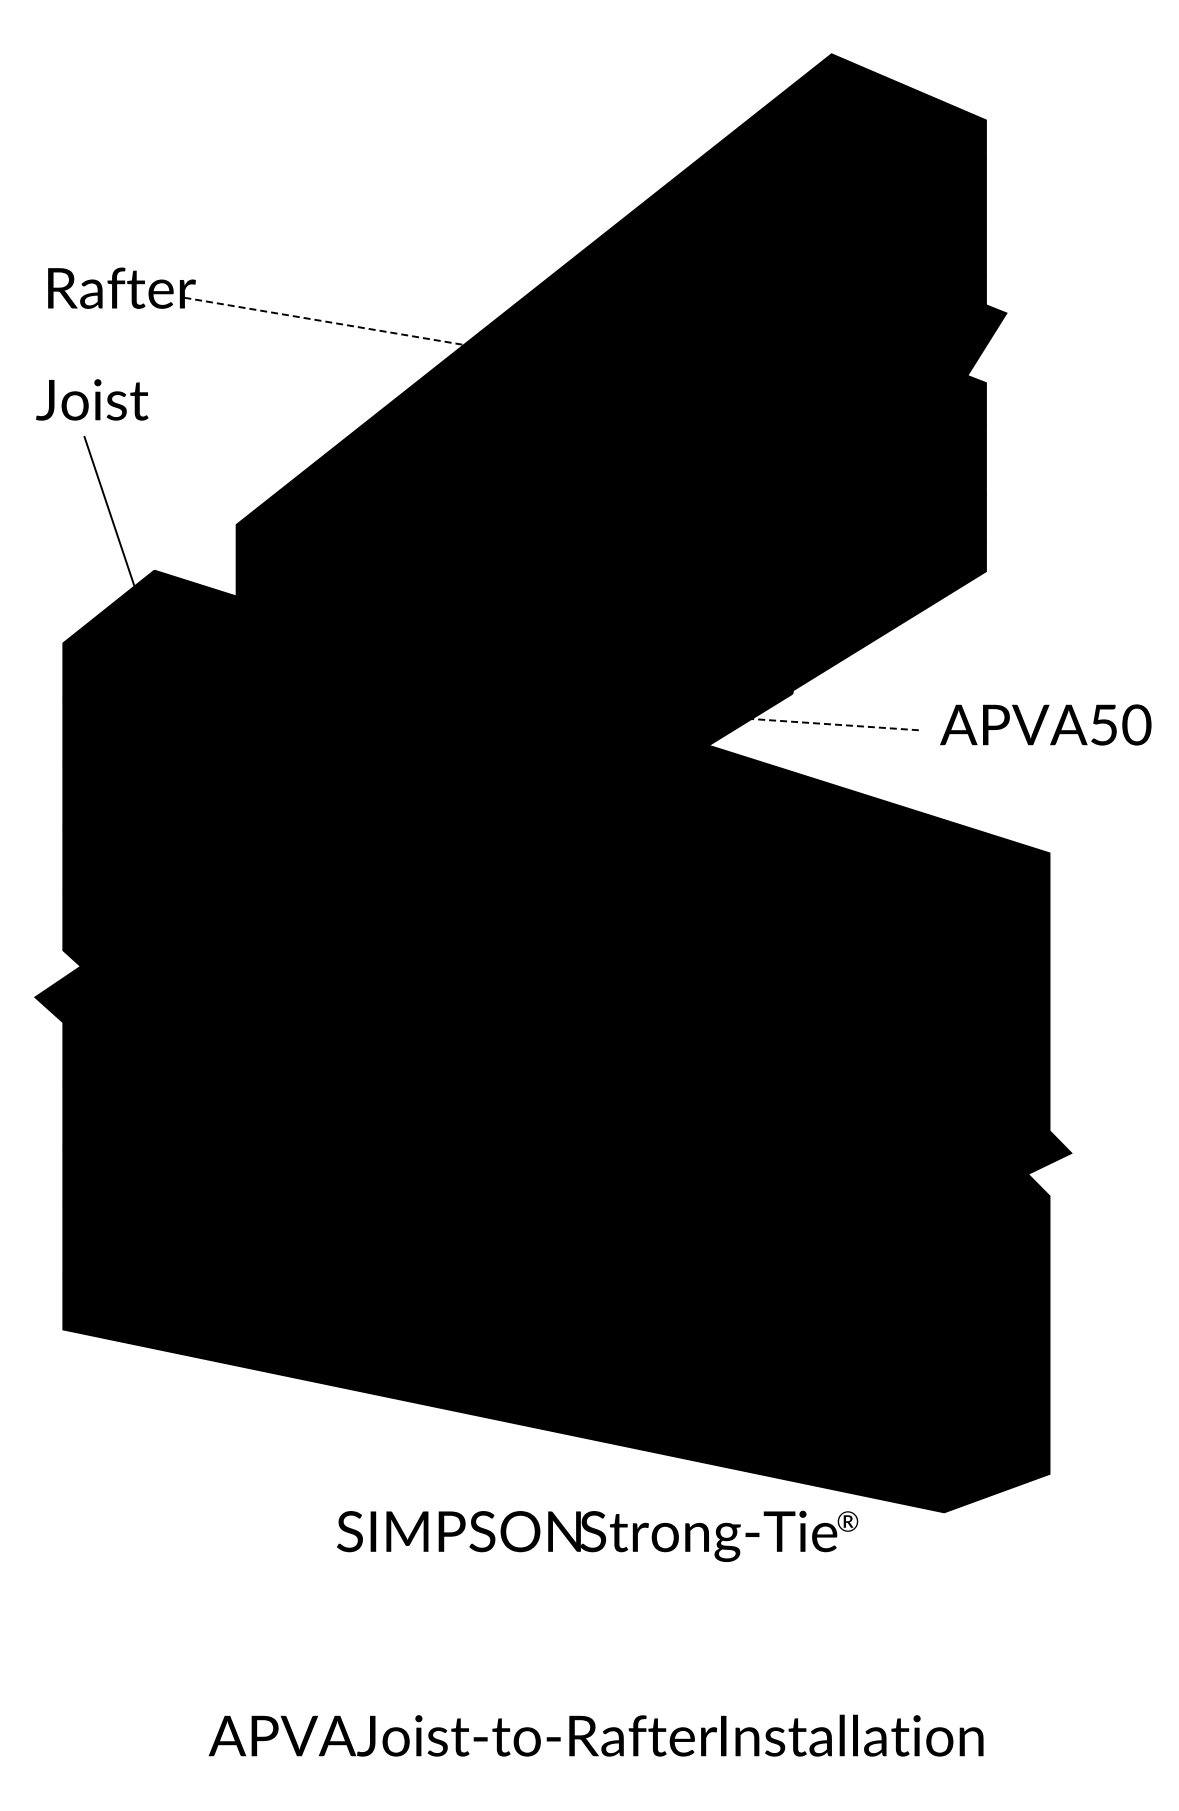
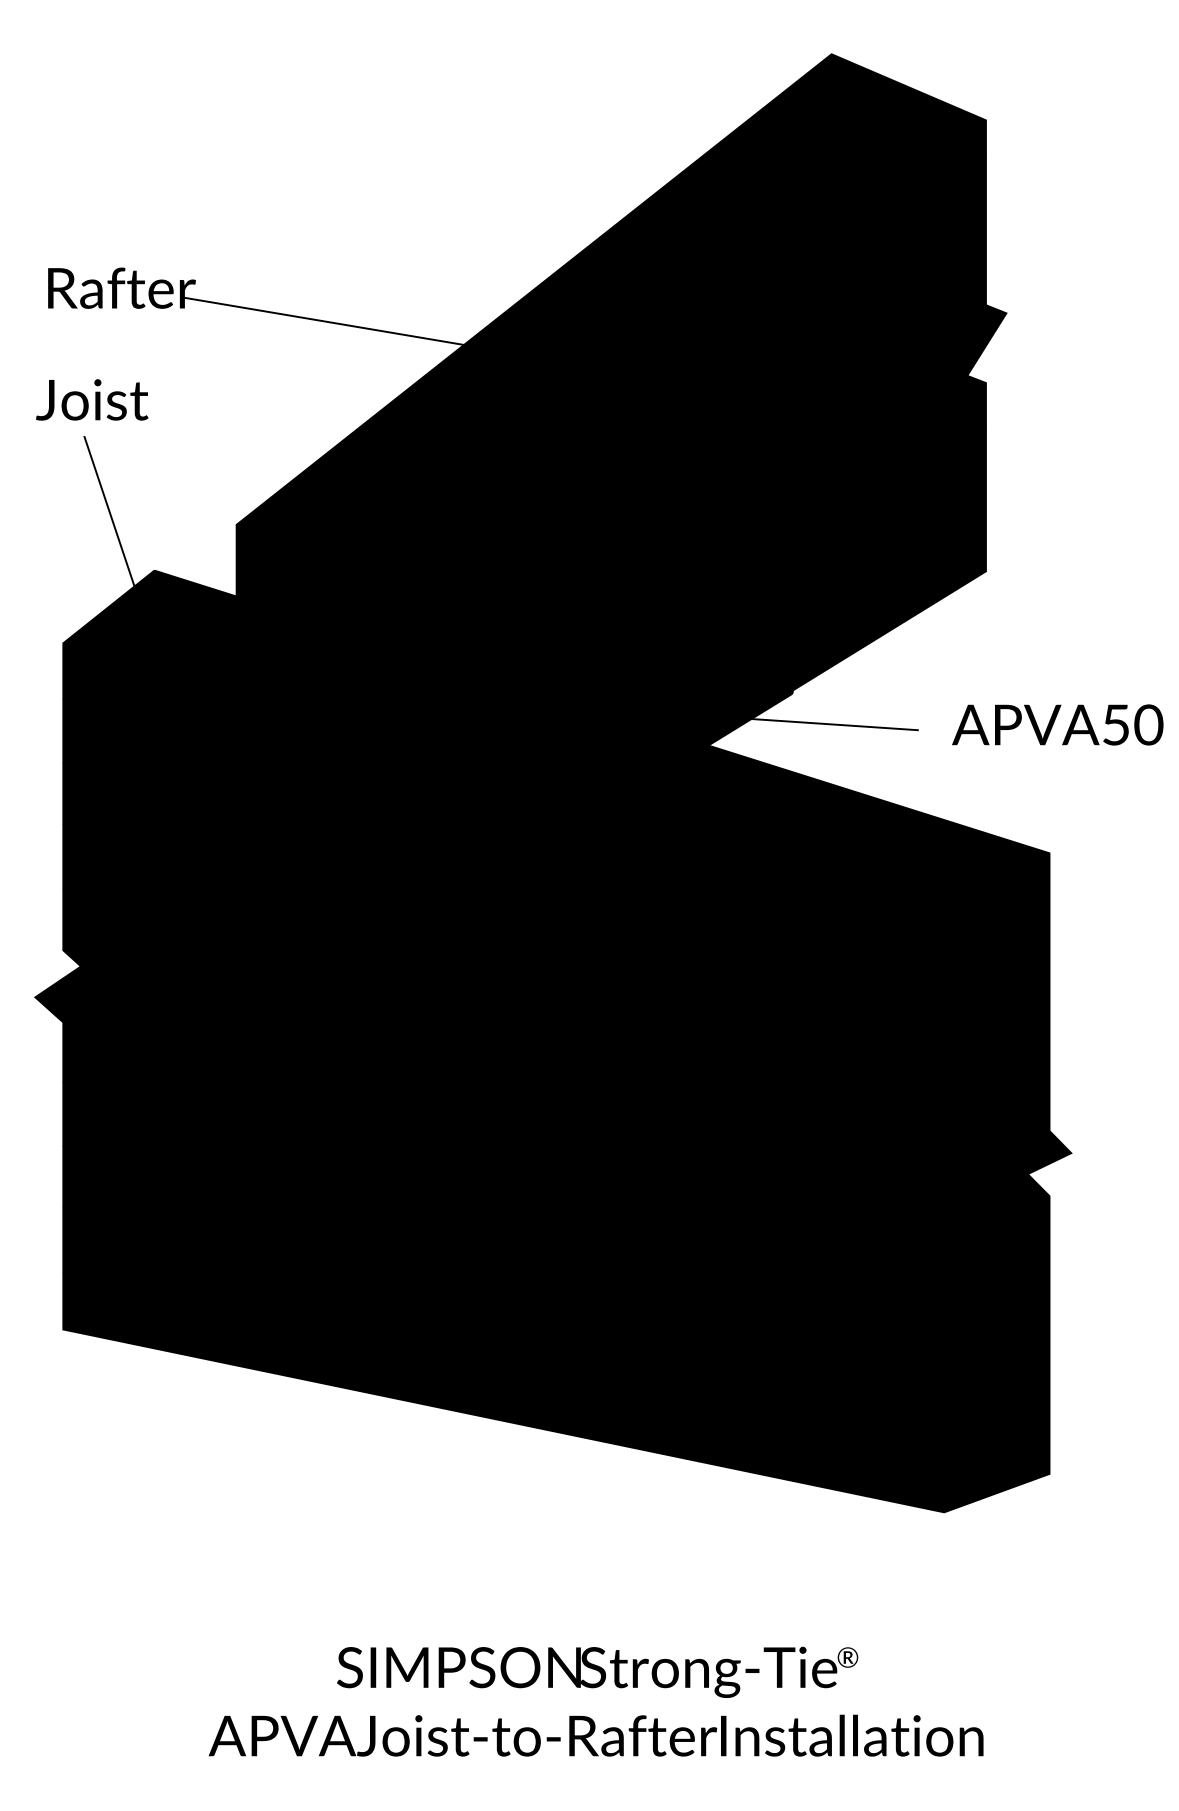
line at (324, 321): dashed -> solid
line at (832, 724): dashed -> solid
text at (1045, 724) position: (1045, 724) -> (1057, 724)
text at (597, 1535) position: (597, 1535) -> (597, 1671)
